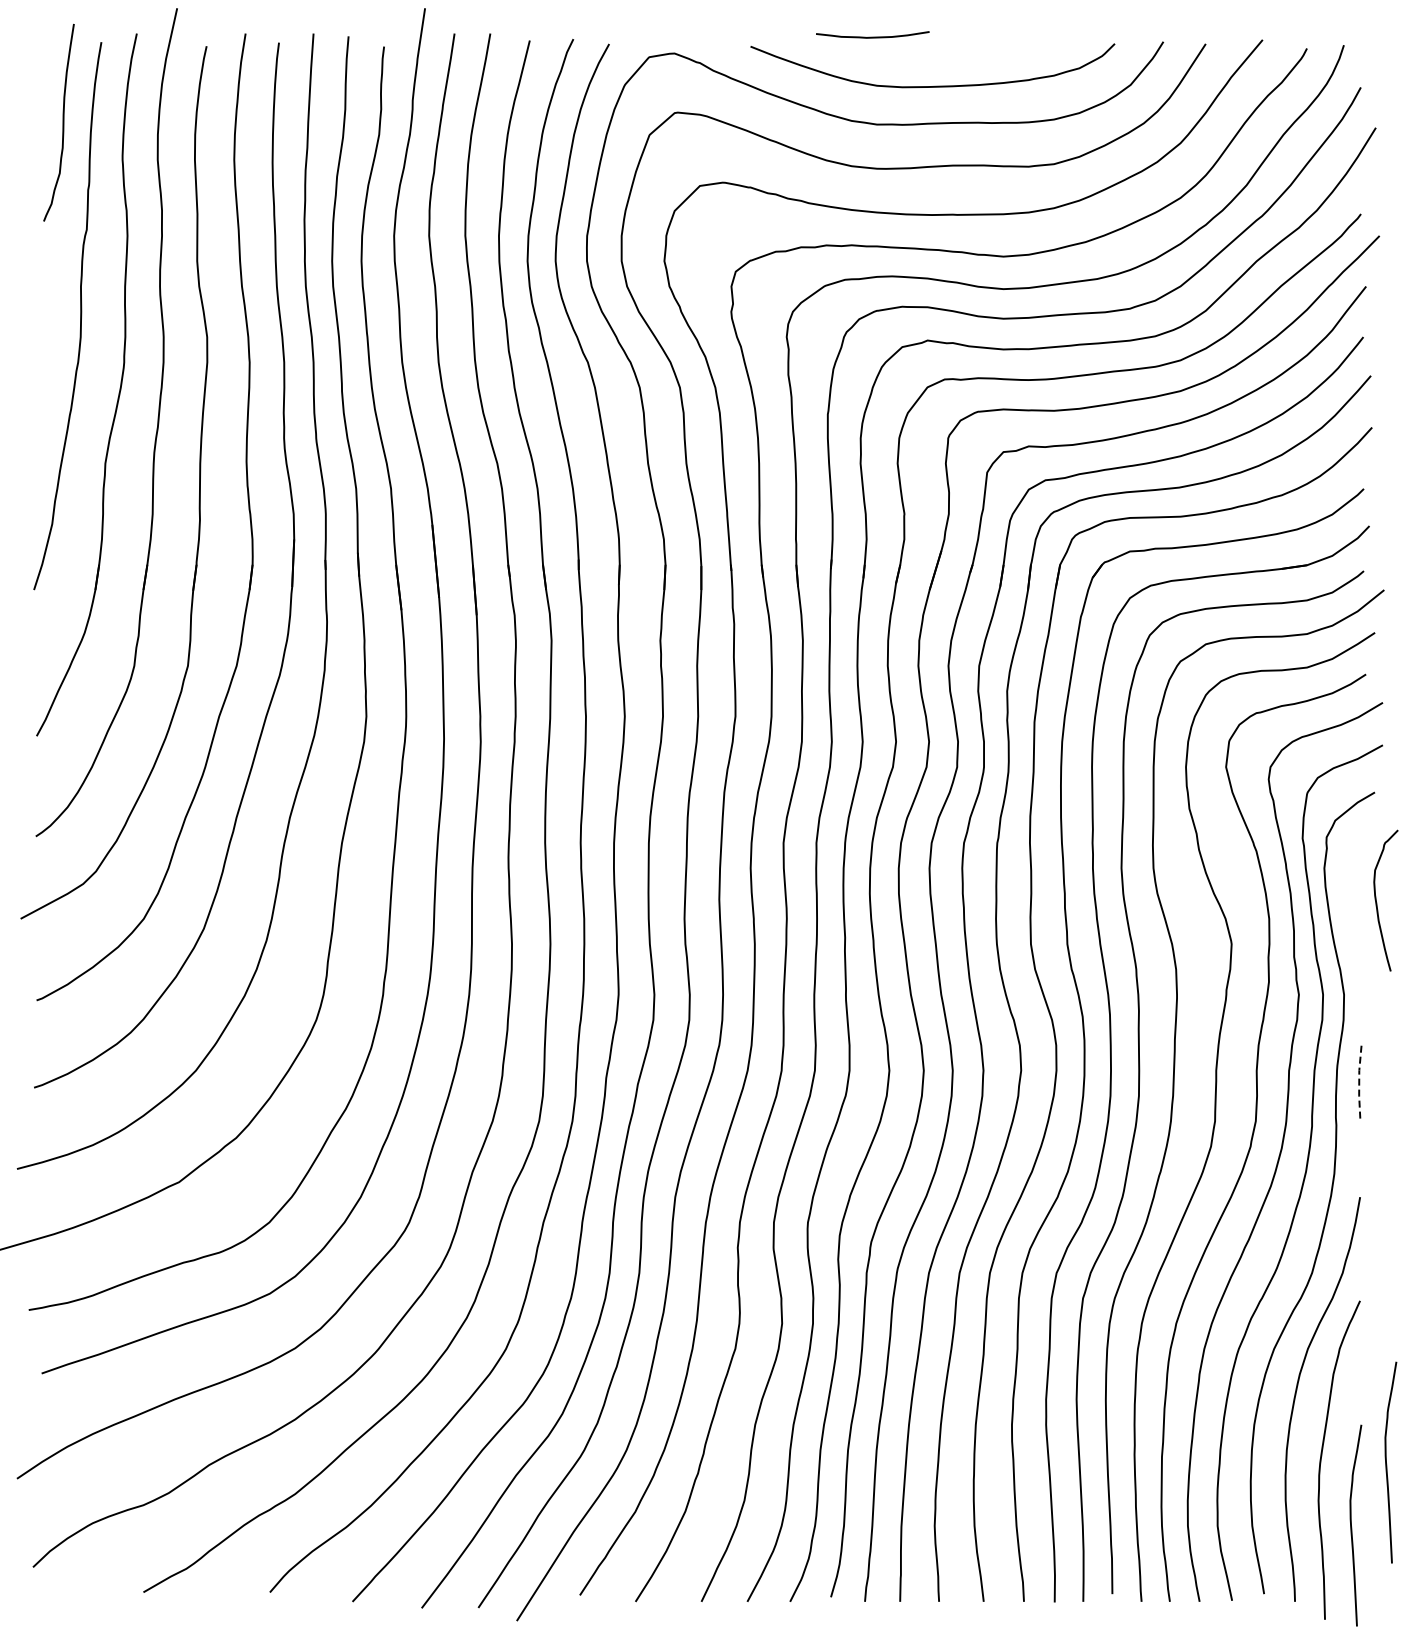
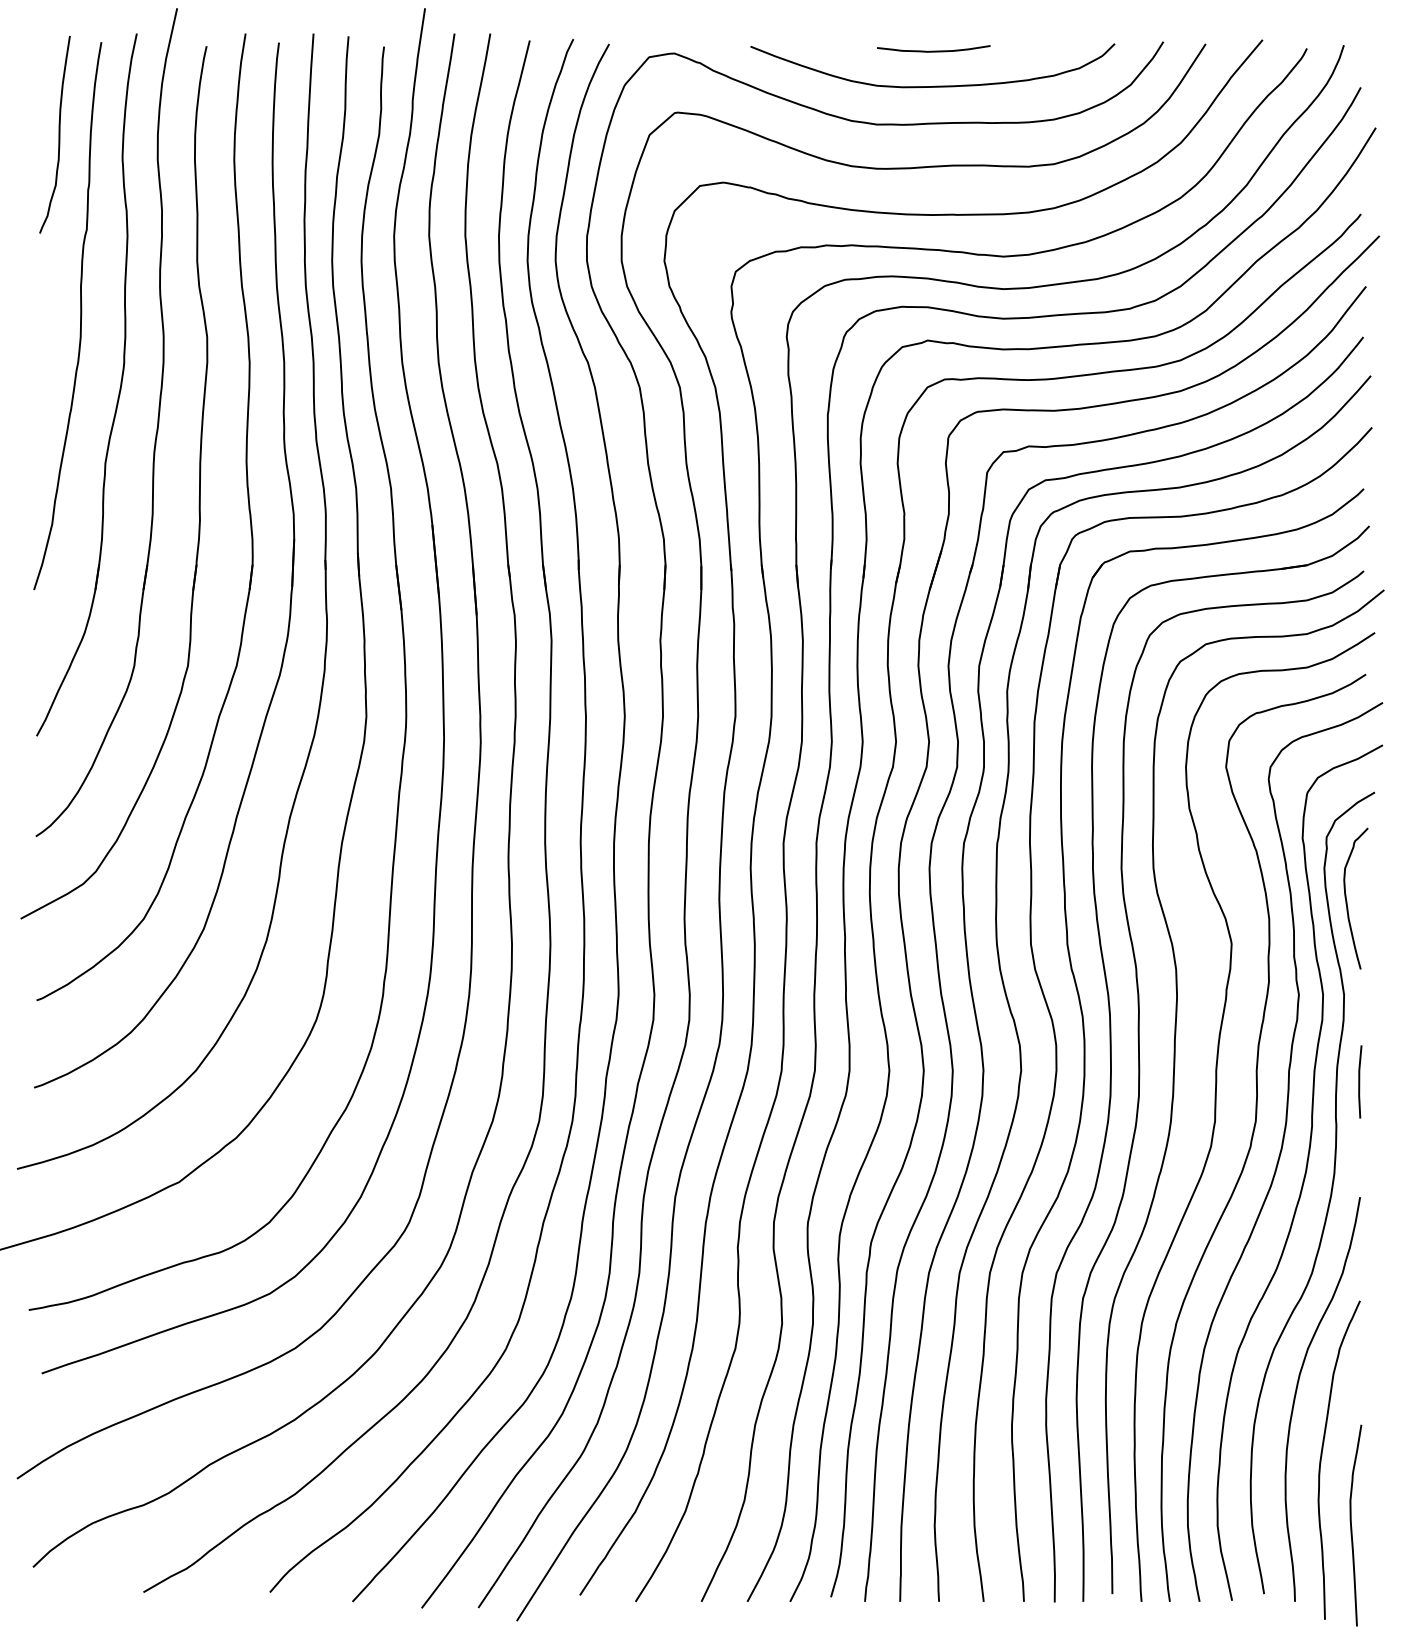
curve at (872, 36) position: (872, 36) -> (933, 50)
curve at (62, 122) position: (62, 122) -> (58, 134)
curve at (1377, 902) position: (1377, 902) -> (1347, 900)
line at (1359, 1081): dashed -> solid
curve at (1387, 1464): present -> none
